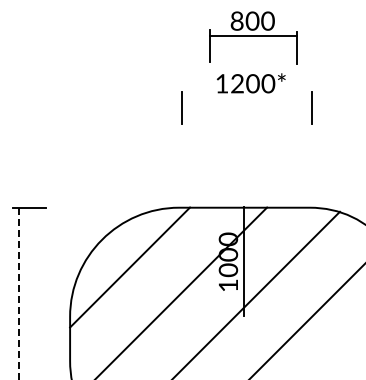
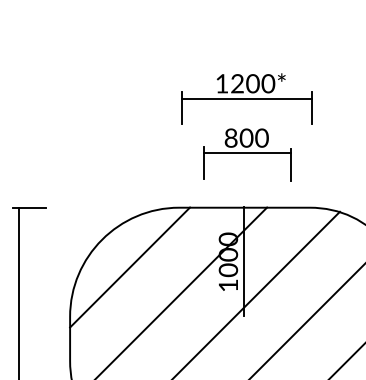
part at (253, 37) position: (253, 37) -> (247, 154)
line at (247, 98): none -> present
line at (18, 293): dashed -> solid
line at (346, 361): none -> present
